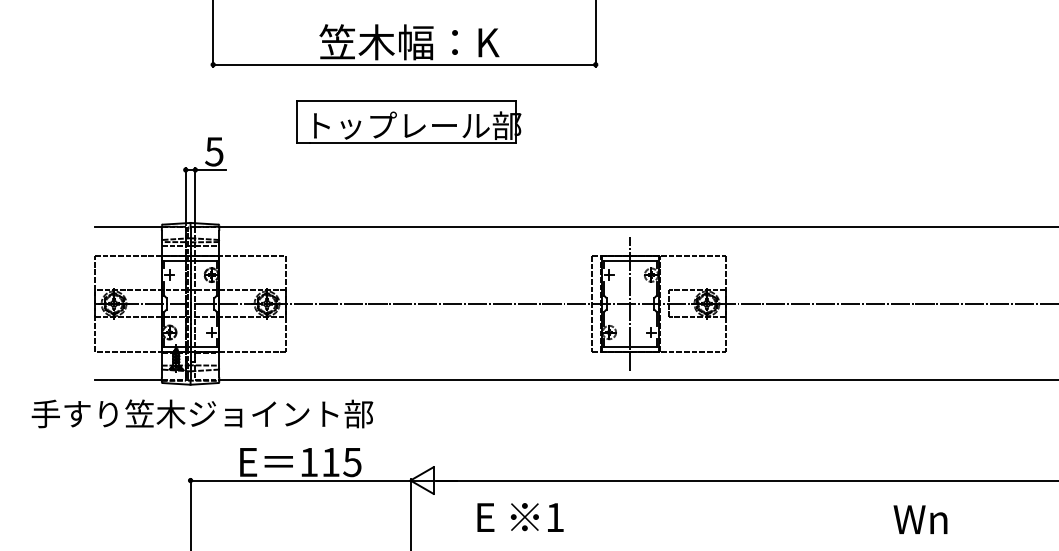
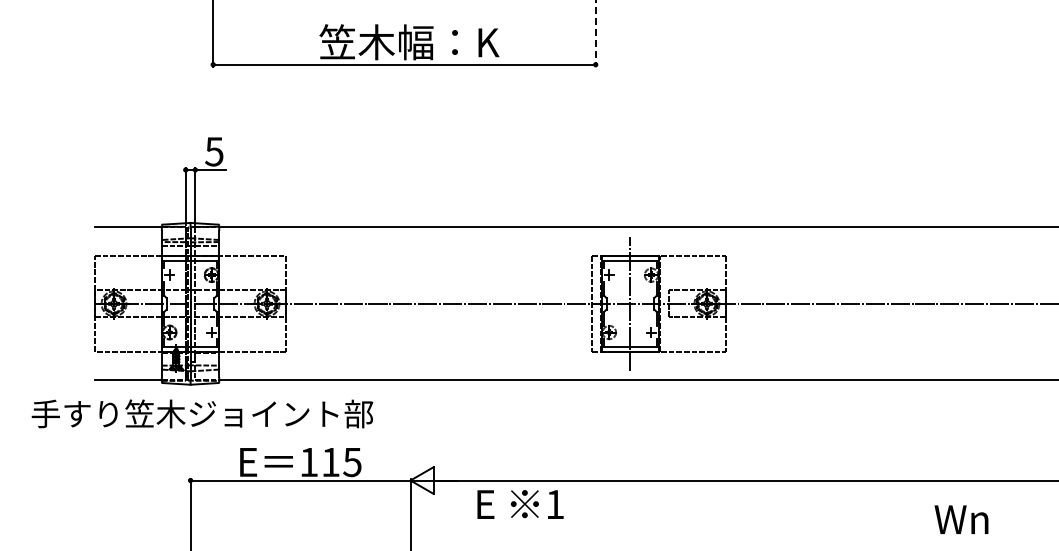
line at (595, 33): solid -> dashed
part at (408, 121): present -> none
text at (520, 517) position: (520, 517) -> (520, 504)
text at (920, 519) position: (920, 519) -> (961, 519)
